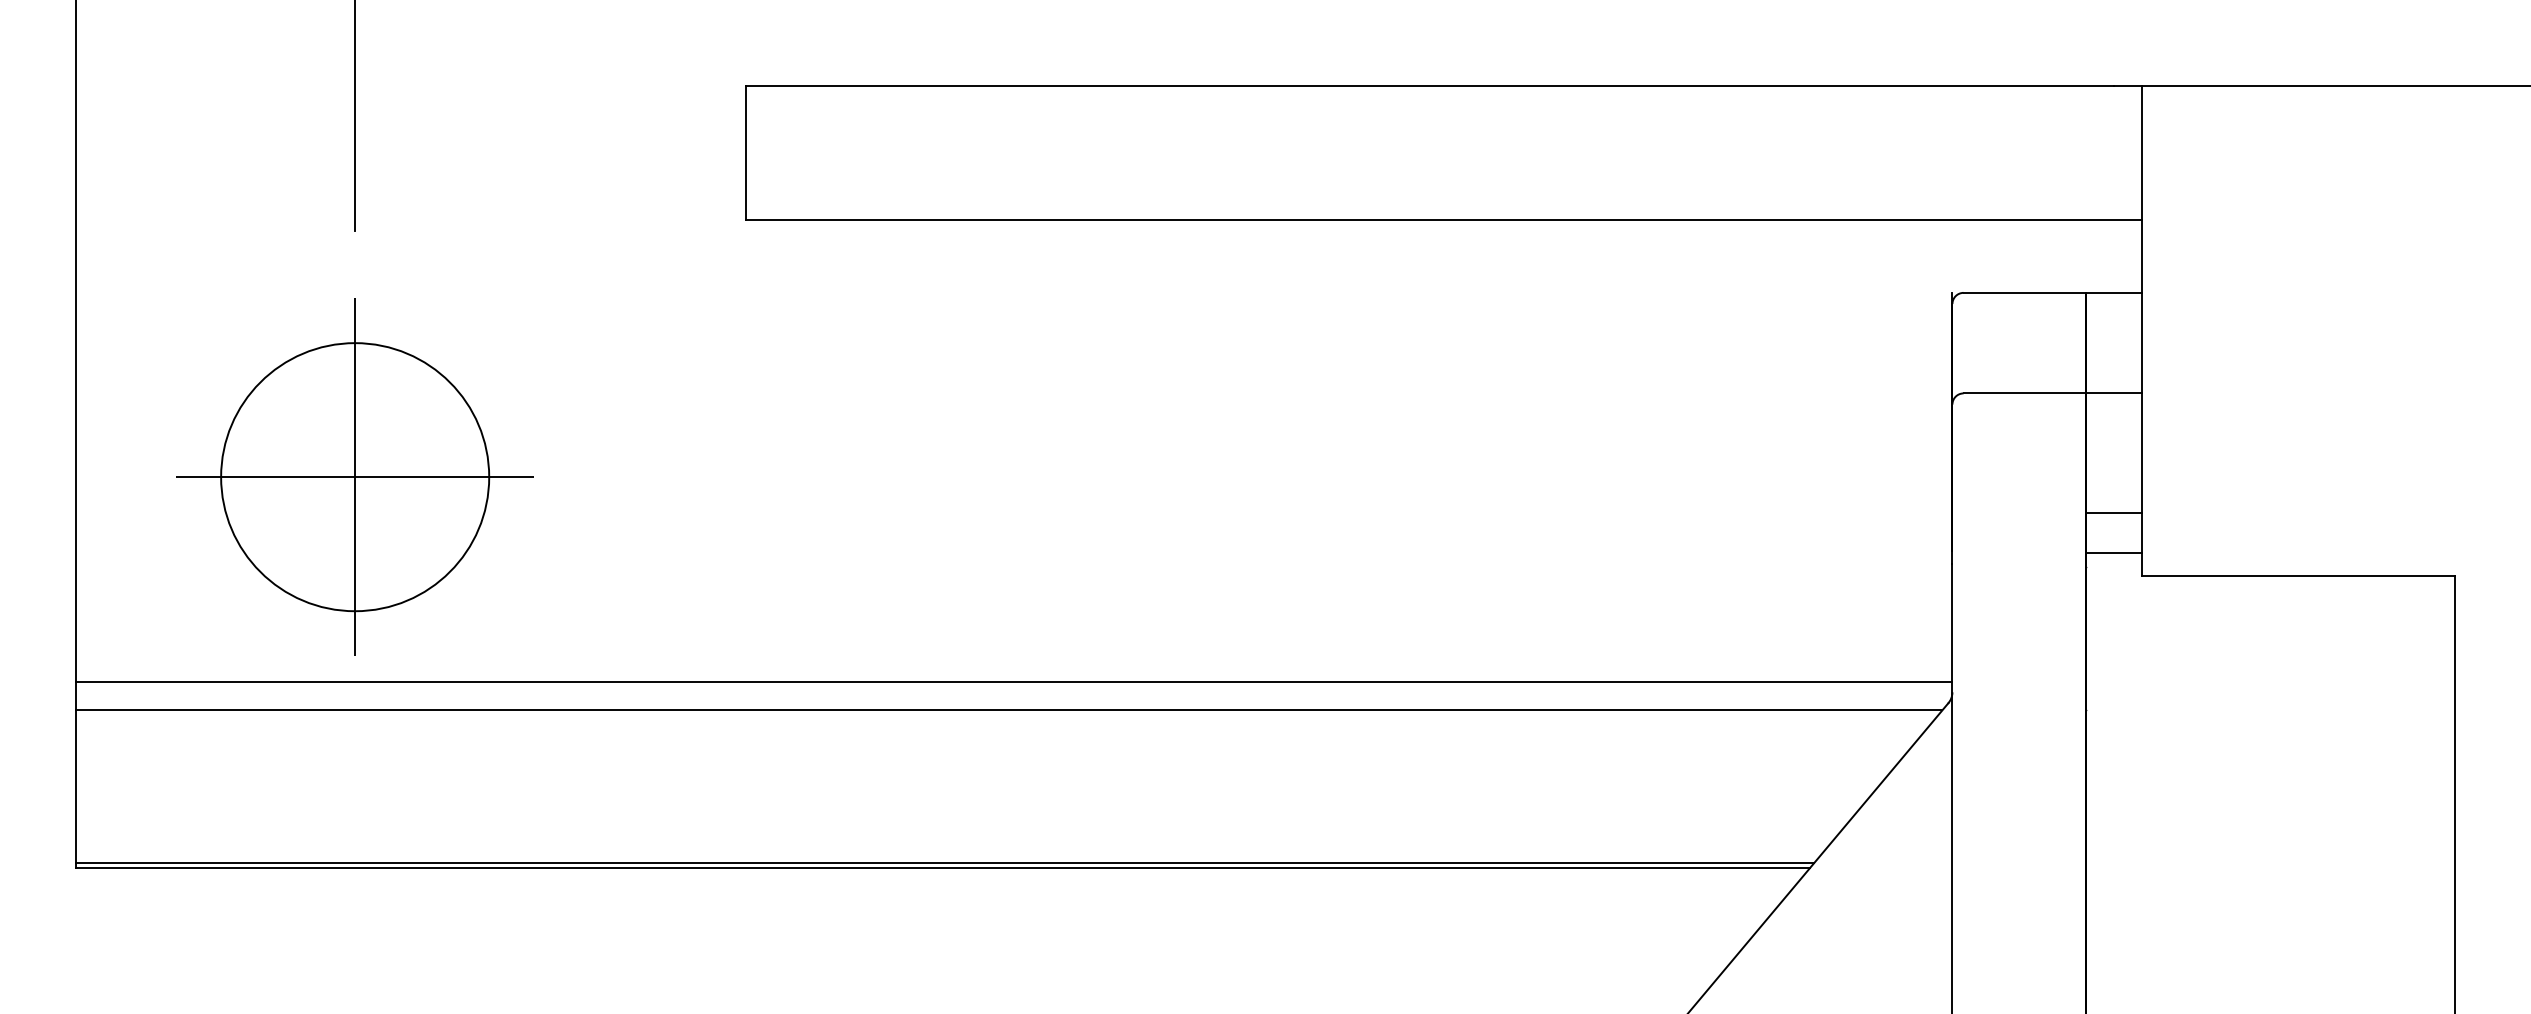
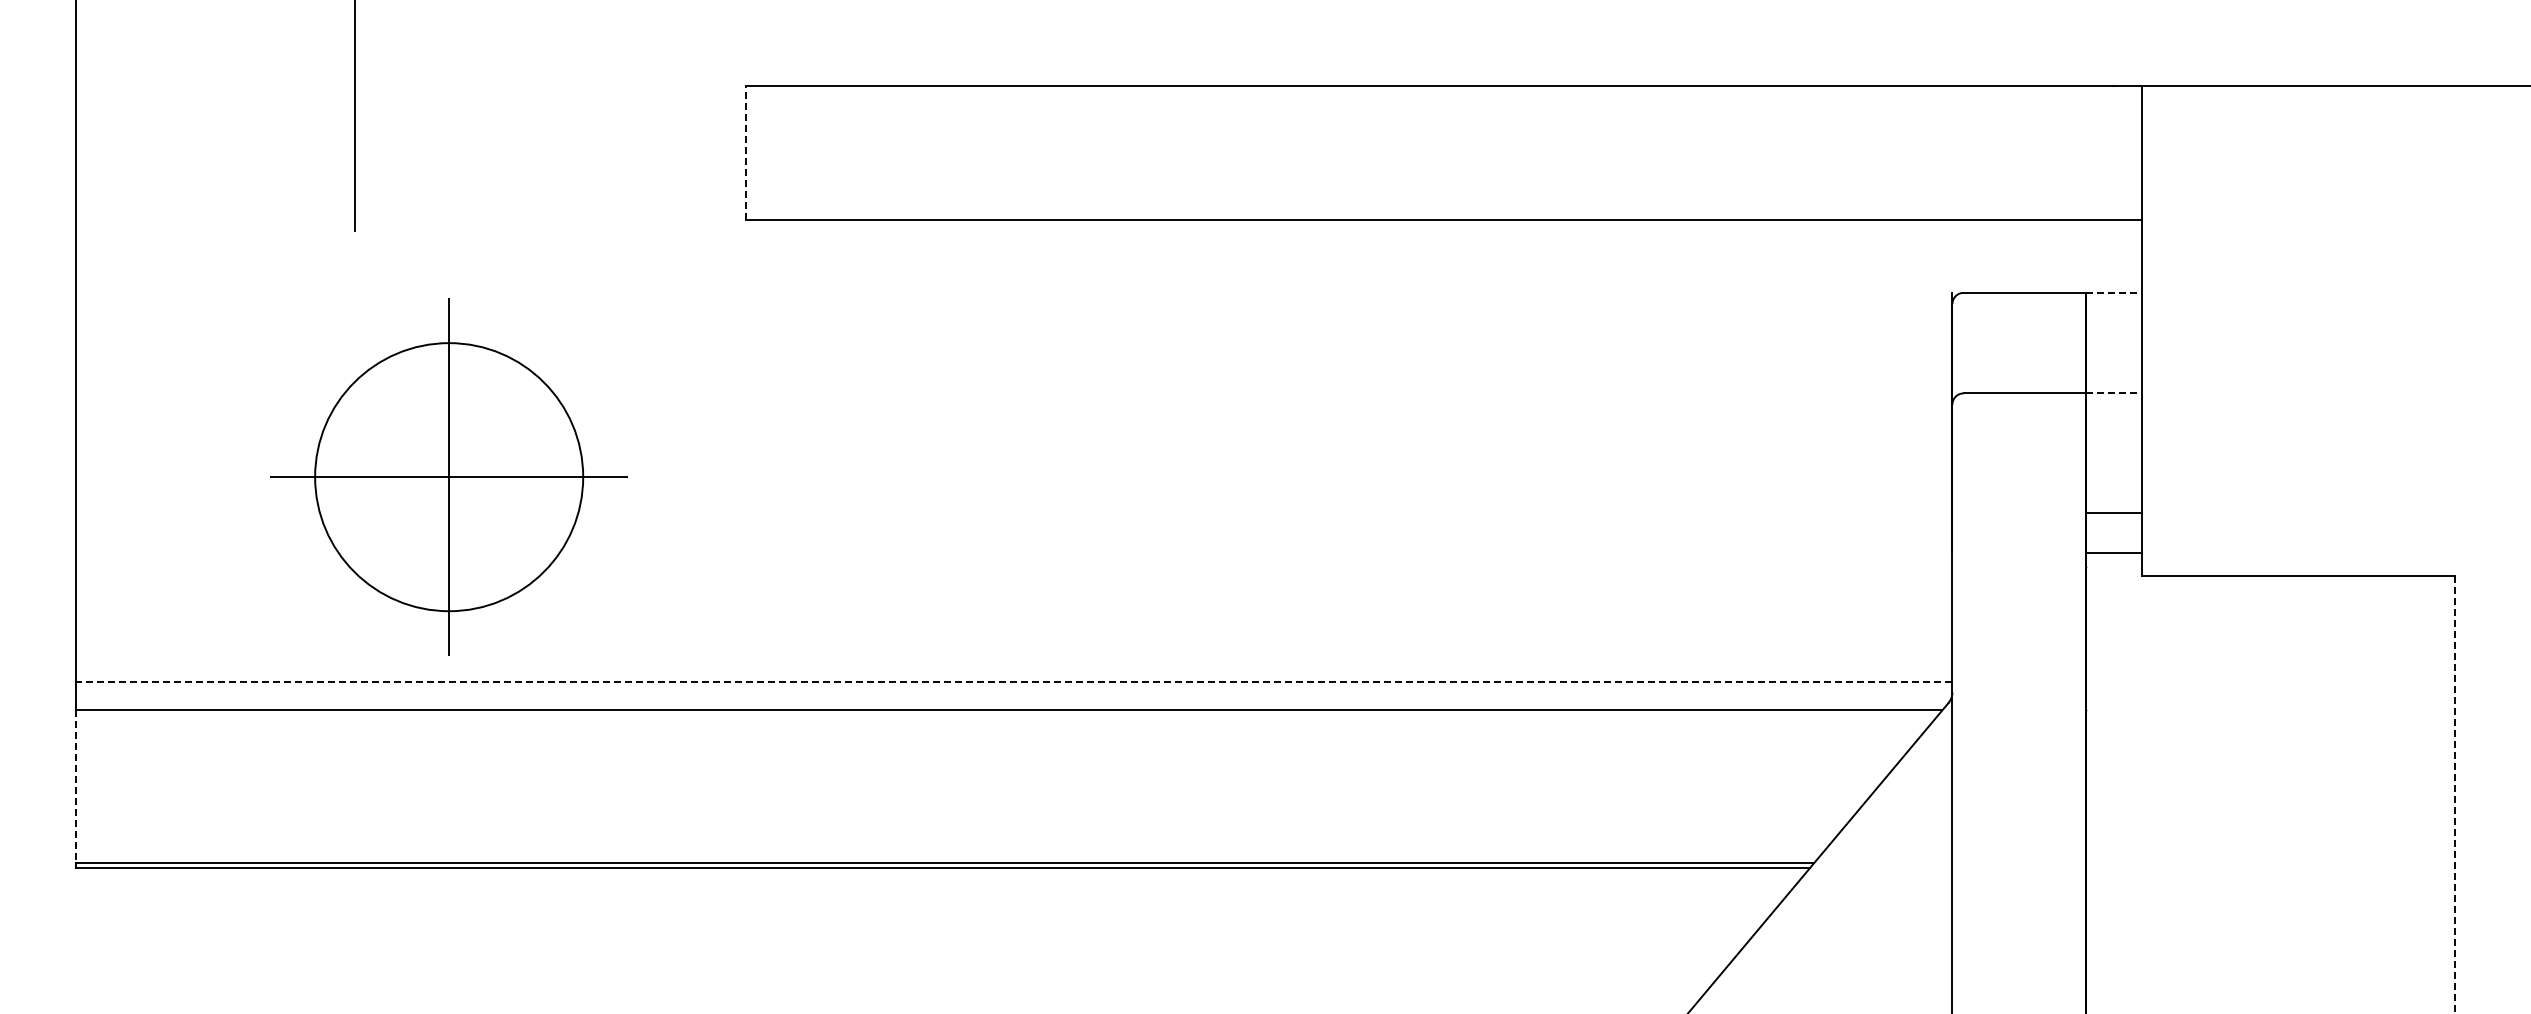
line at (746, 152): solid -> dashed
line at (2114, 292): solid -> dashed
line at (2114, 393): solid -> dashed
part at (354, 476) position: (354, 476) -> (448, 476)
line at (1013, 682): solid -> dashed
line at (75, 787): solid -> dashed
line at (2455, 795): solid -> dashed
